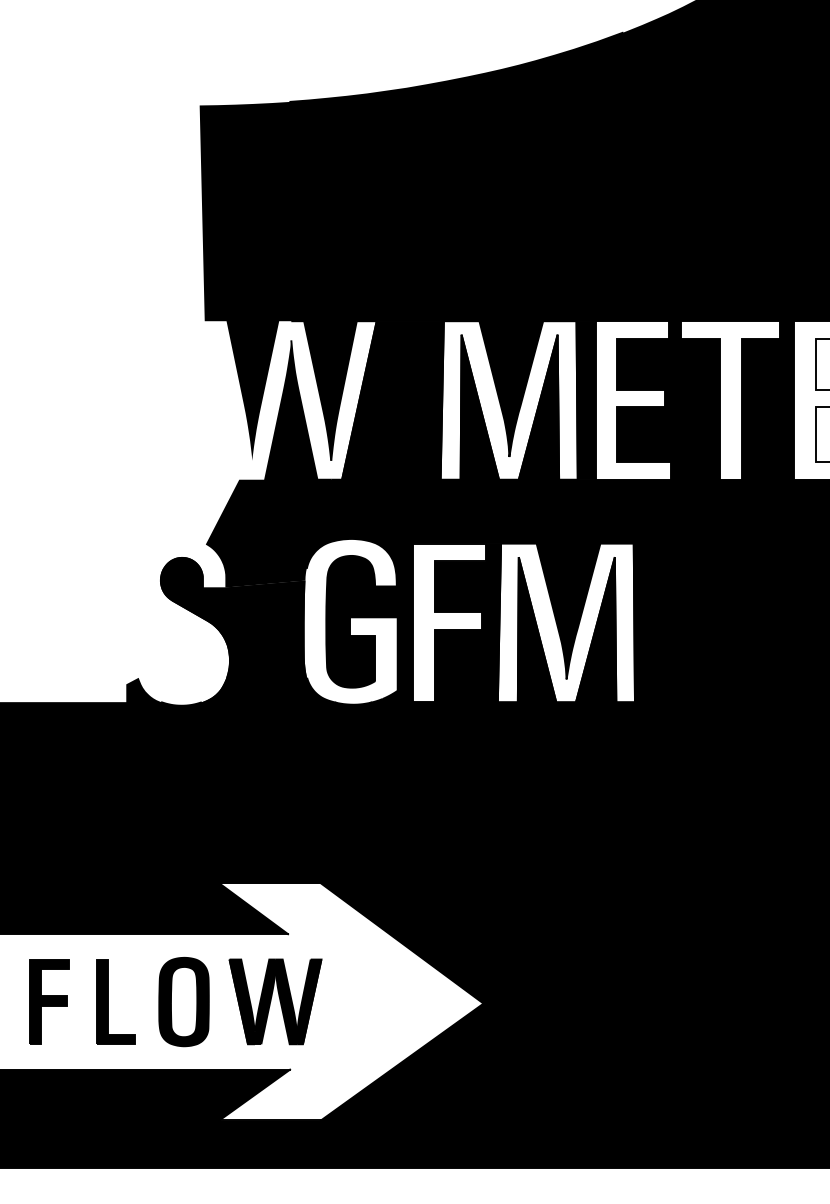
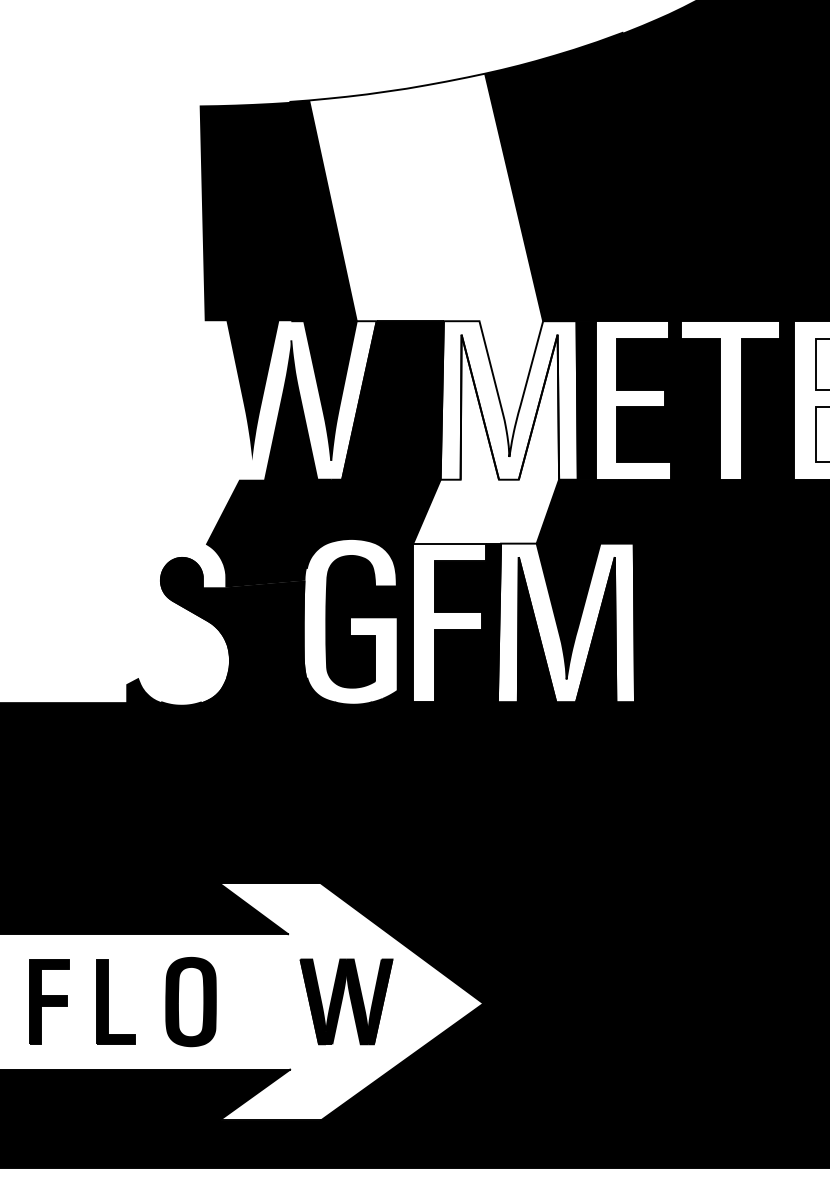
fill at (426, 265): present -> none
fill at (486, 438): present -> none
part at (275, 1001) position: (275, 1001) -> (346, 1001)
part at (183, 1002) position: (183, 1002) -> (190, 1002)
